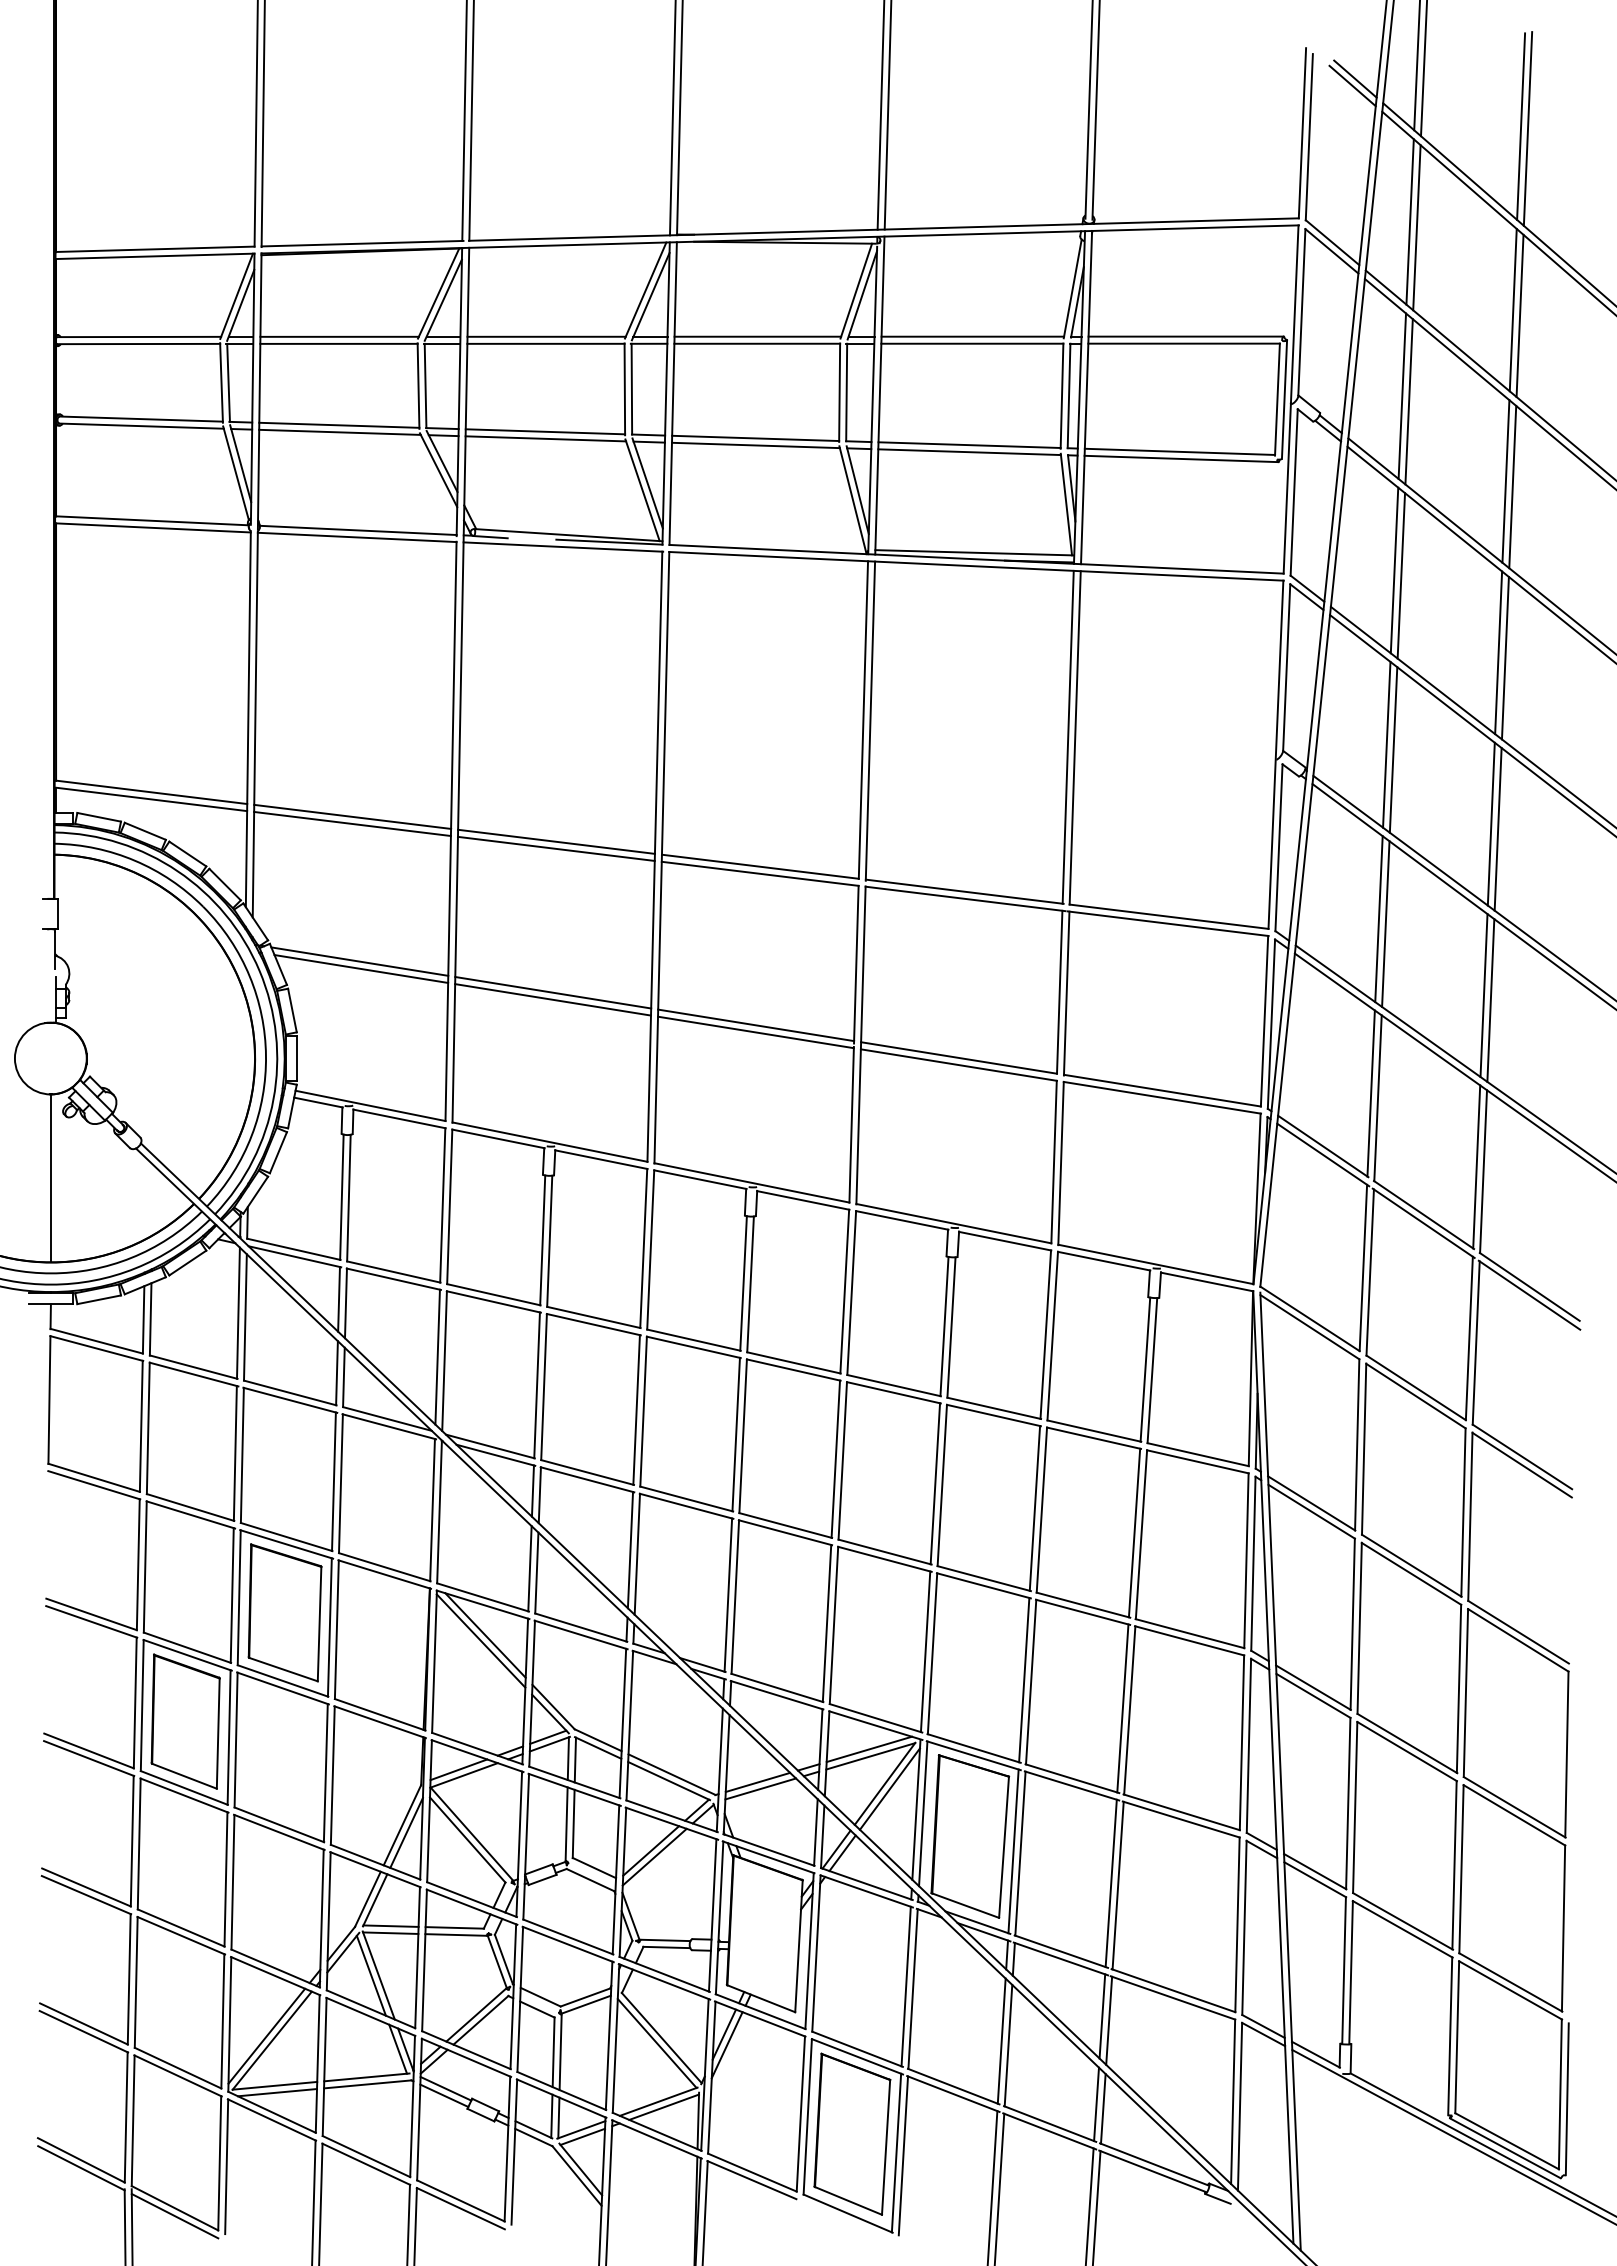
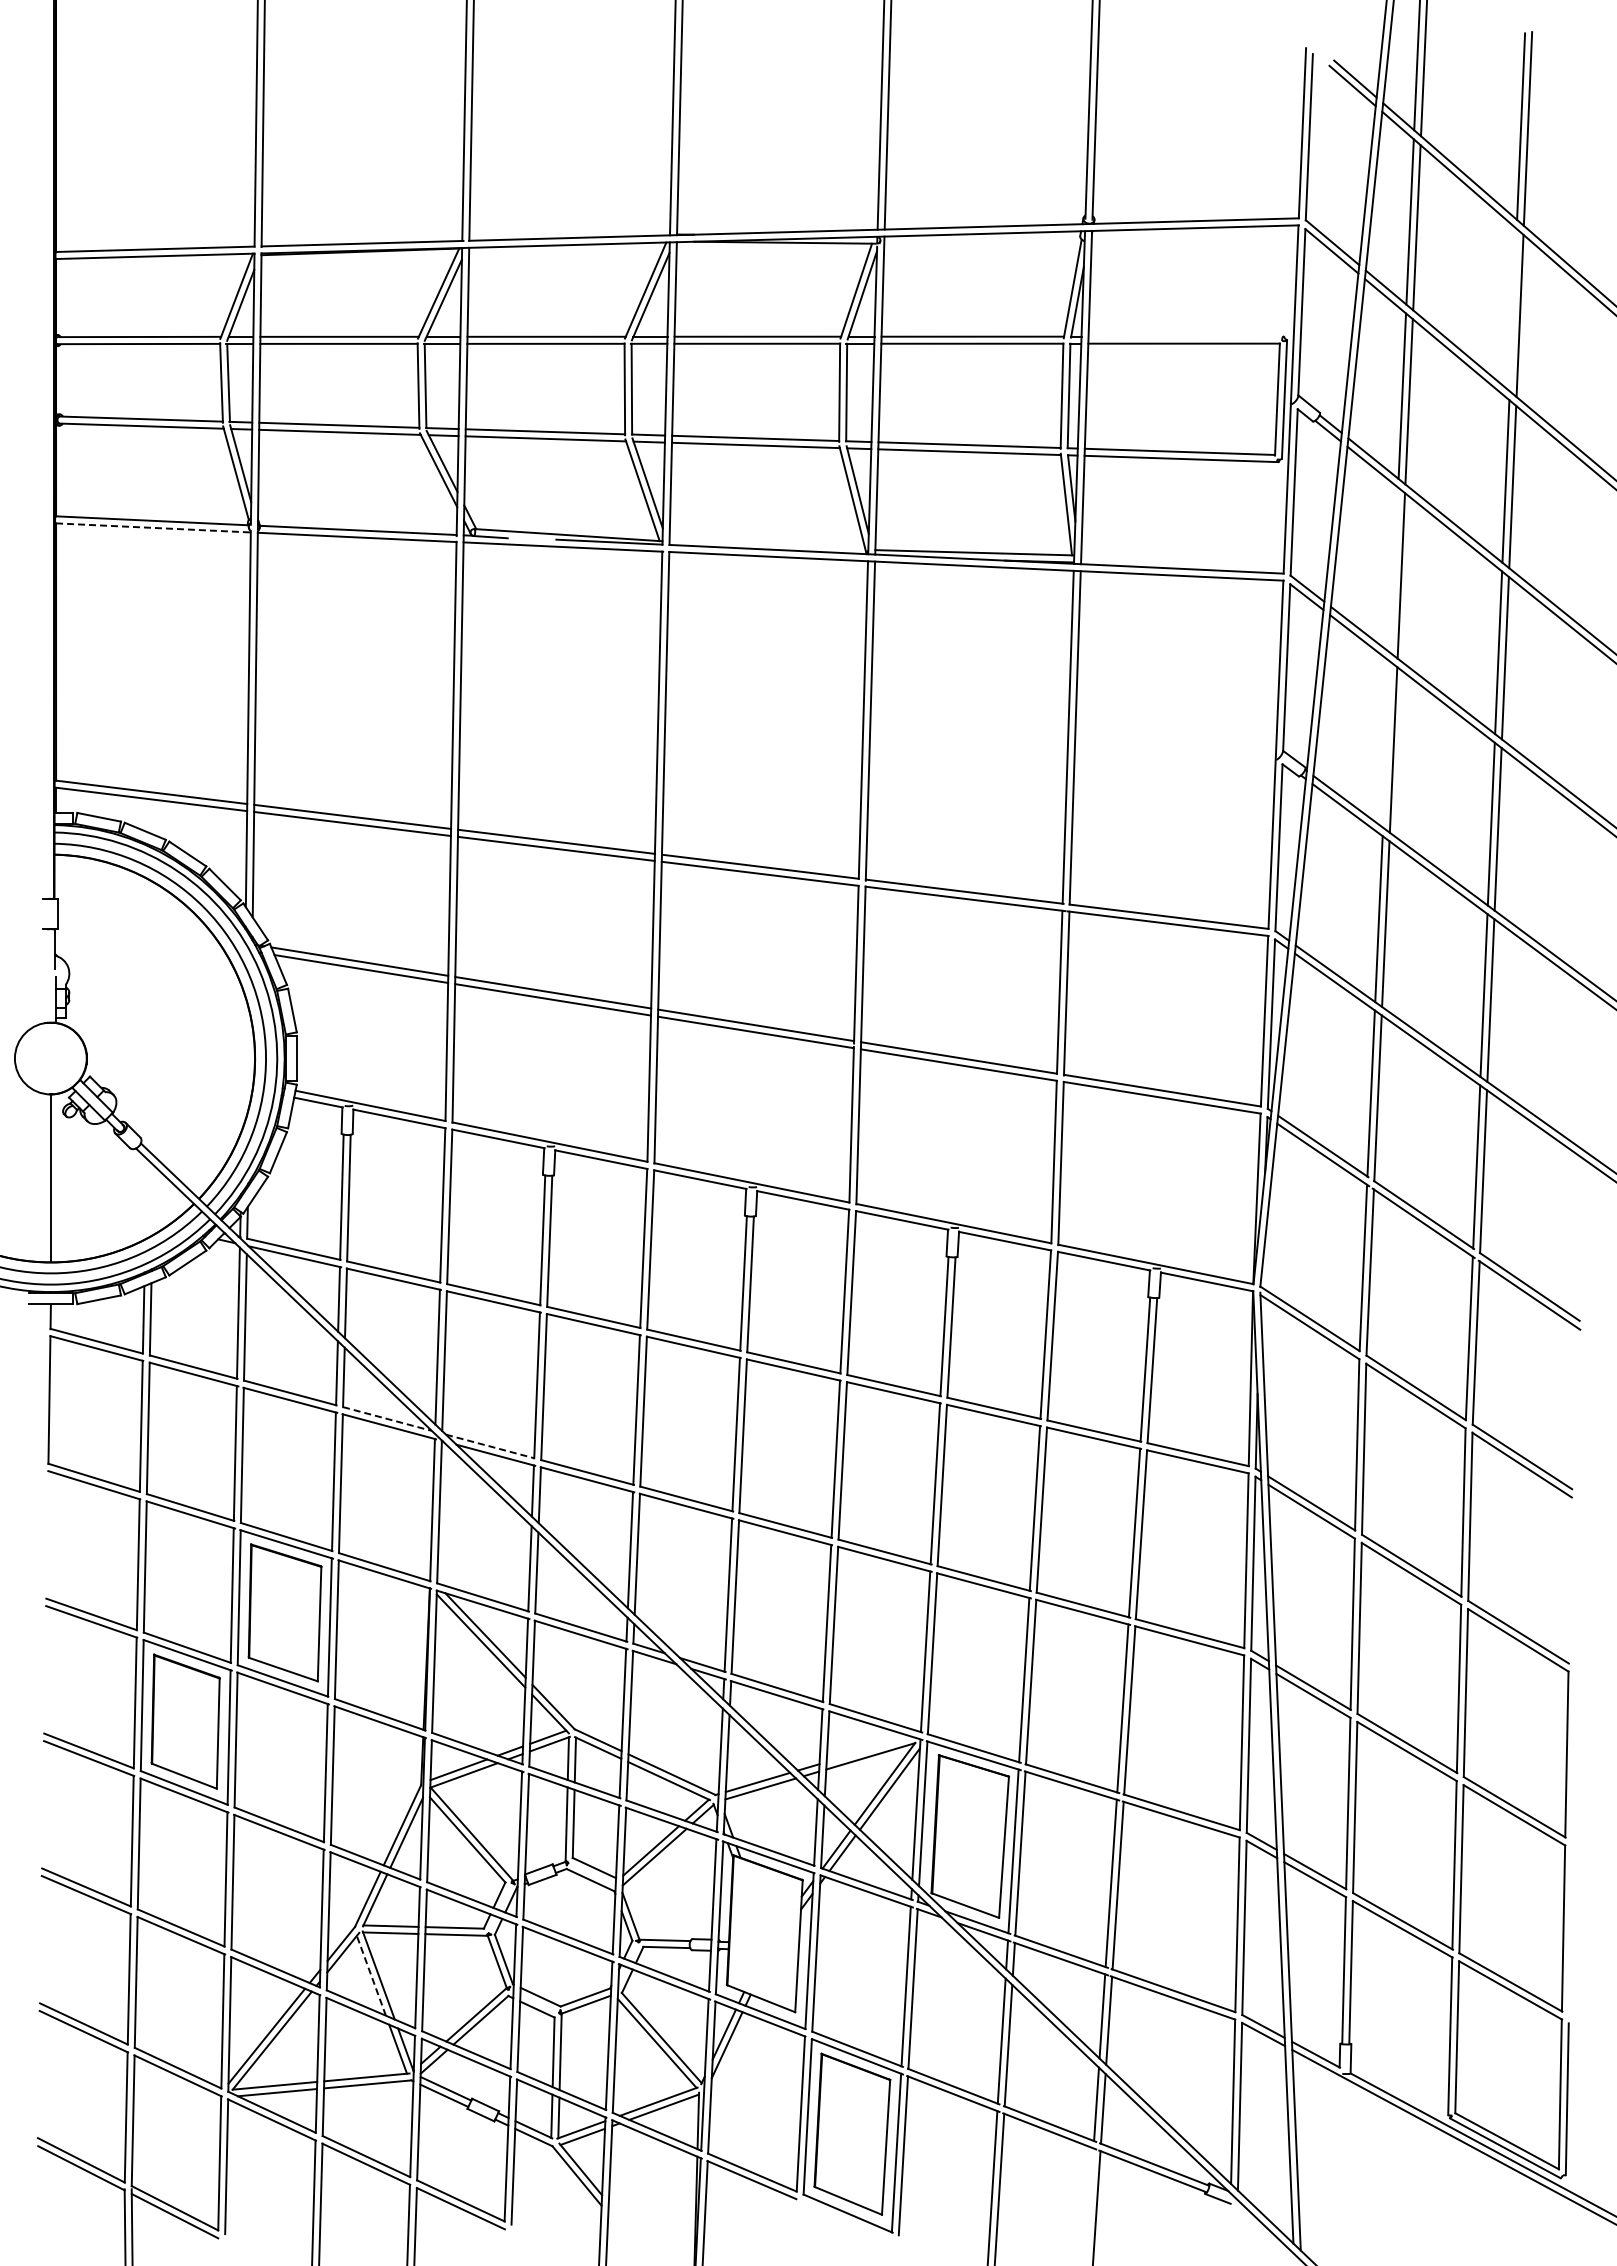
line at (1512, 309): present -> none
line at (1185, 336): present -> none
line at (153, 527): solid -> dashed
line at (1394, 570): present -> none
line at (1386, 744): present -> none
line at (387, 1418): solid -> dashed
line at (490, 1446): solid -> dashed
line at (869, 1749): present -> none
line at (371, 1975): solid -> dashed
line at (1089, 2205): present -> none
